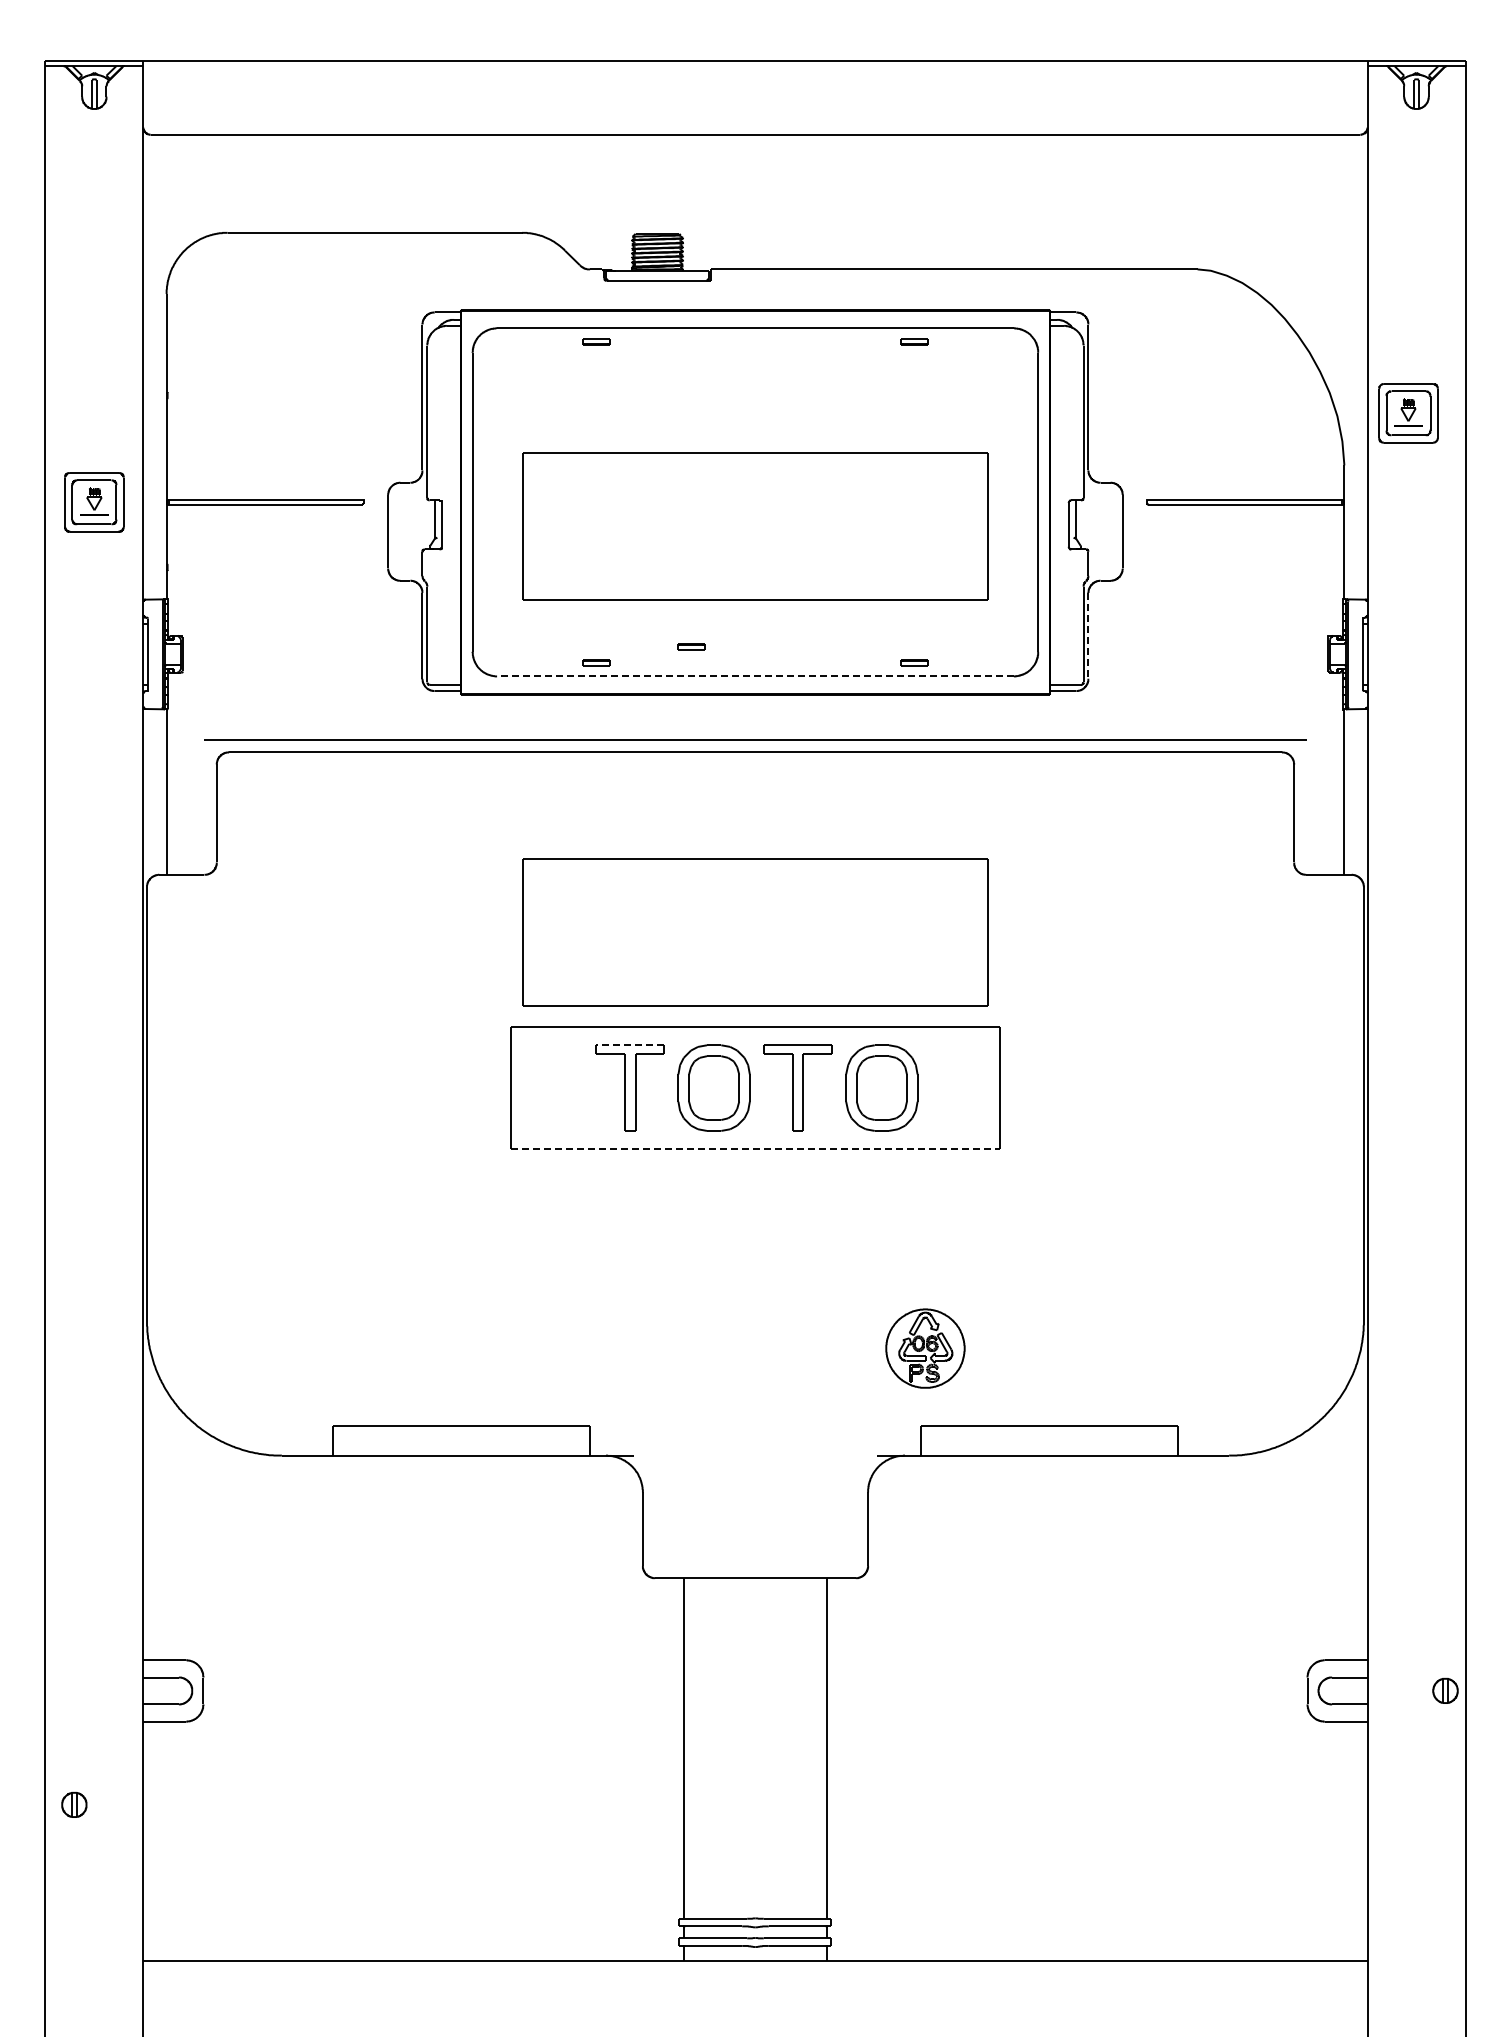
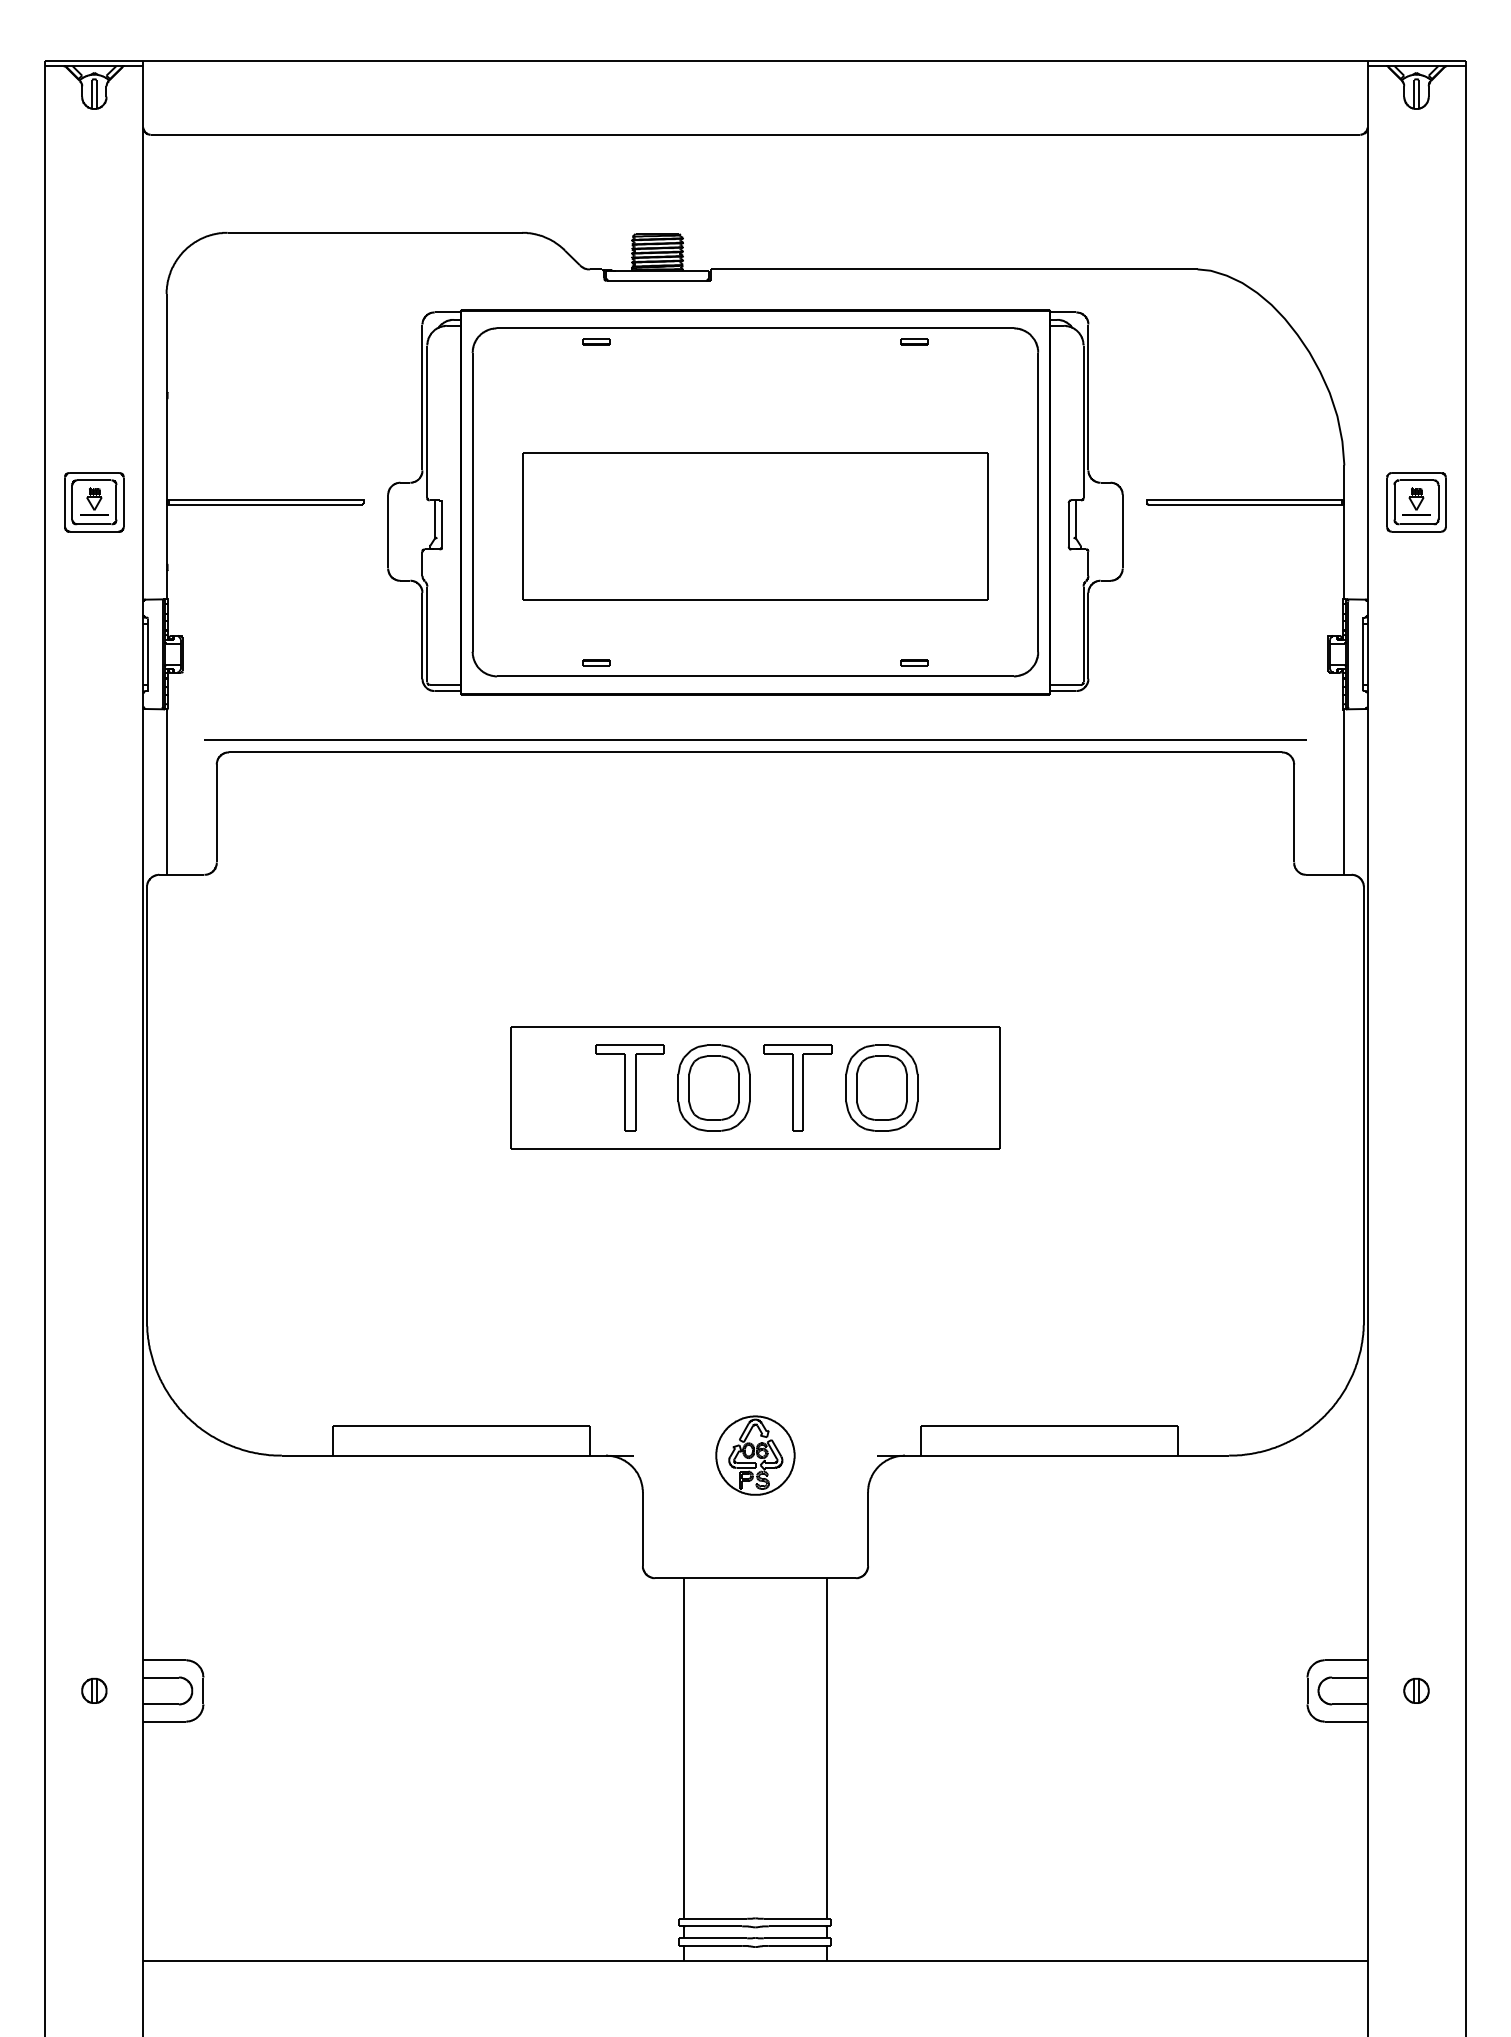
part at (1408, 413) position: (1408, 413) -> (1416, 502)
line at (1088, 635): dashed -> solid
part at (691, 646): present -> none
line at (755, 676): dashed -> solid
part at (755, 932): present -> none
line at (630, 1045): dashed -> solid
line at (755, 1149): dashed -> solid
part at (925, 1348) position: (925, 1348) -> (755, 1455)
part at (1445, 1690) position: (1445, 1690) -> (1416, 1690)
part at (74, 1804) position: (74, 1804) -> (94, 1690)
